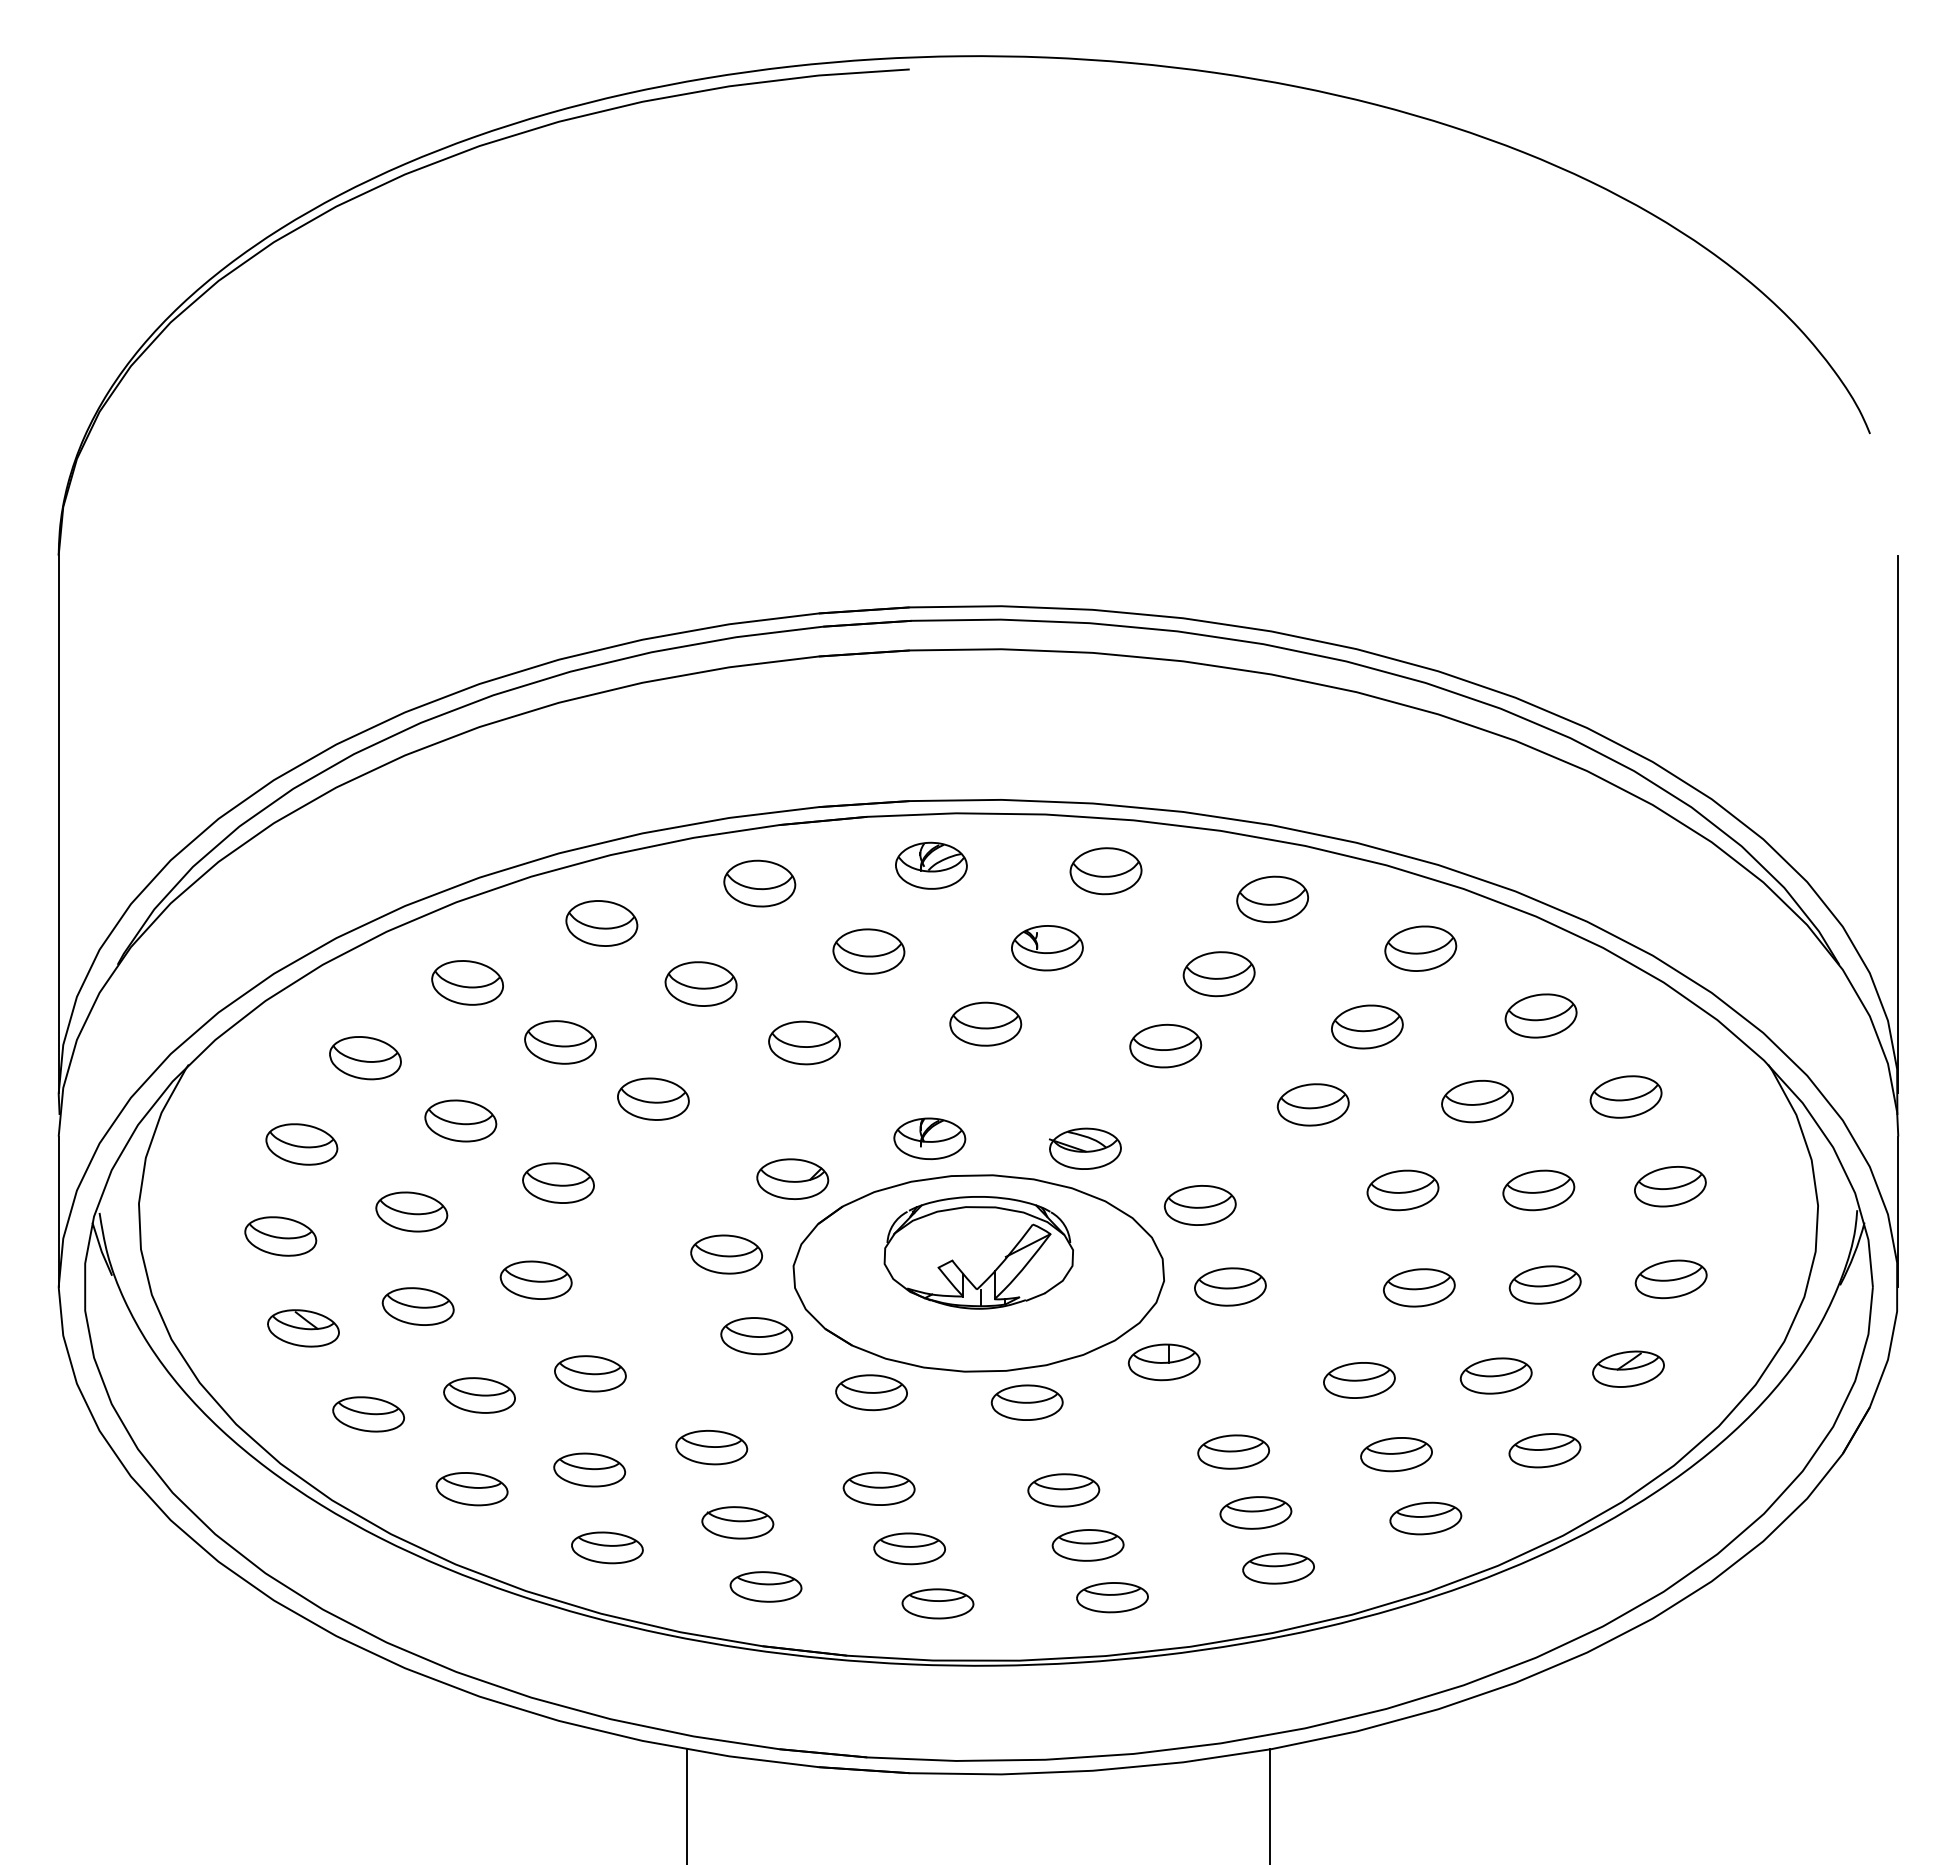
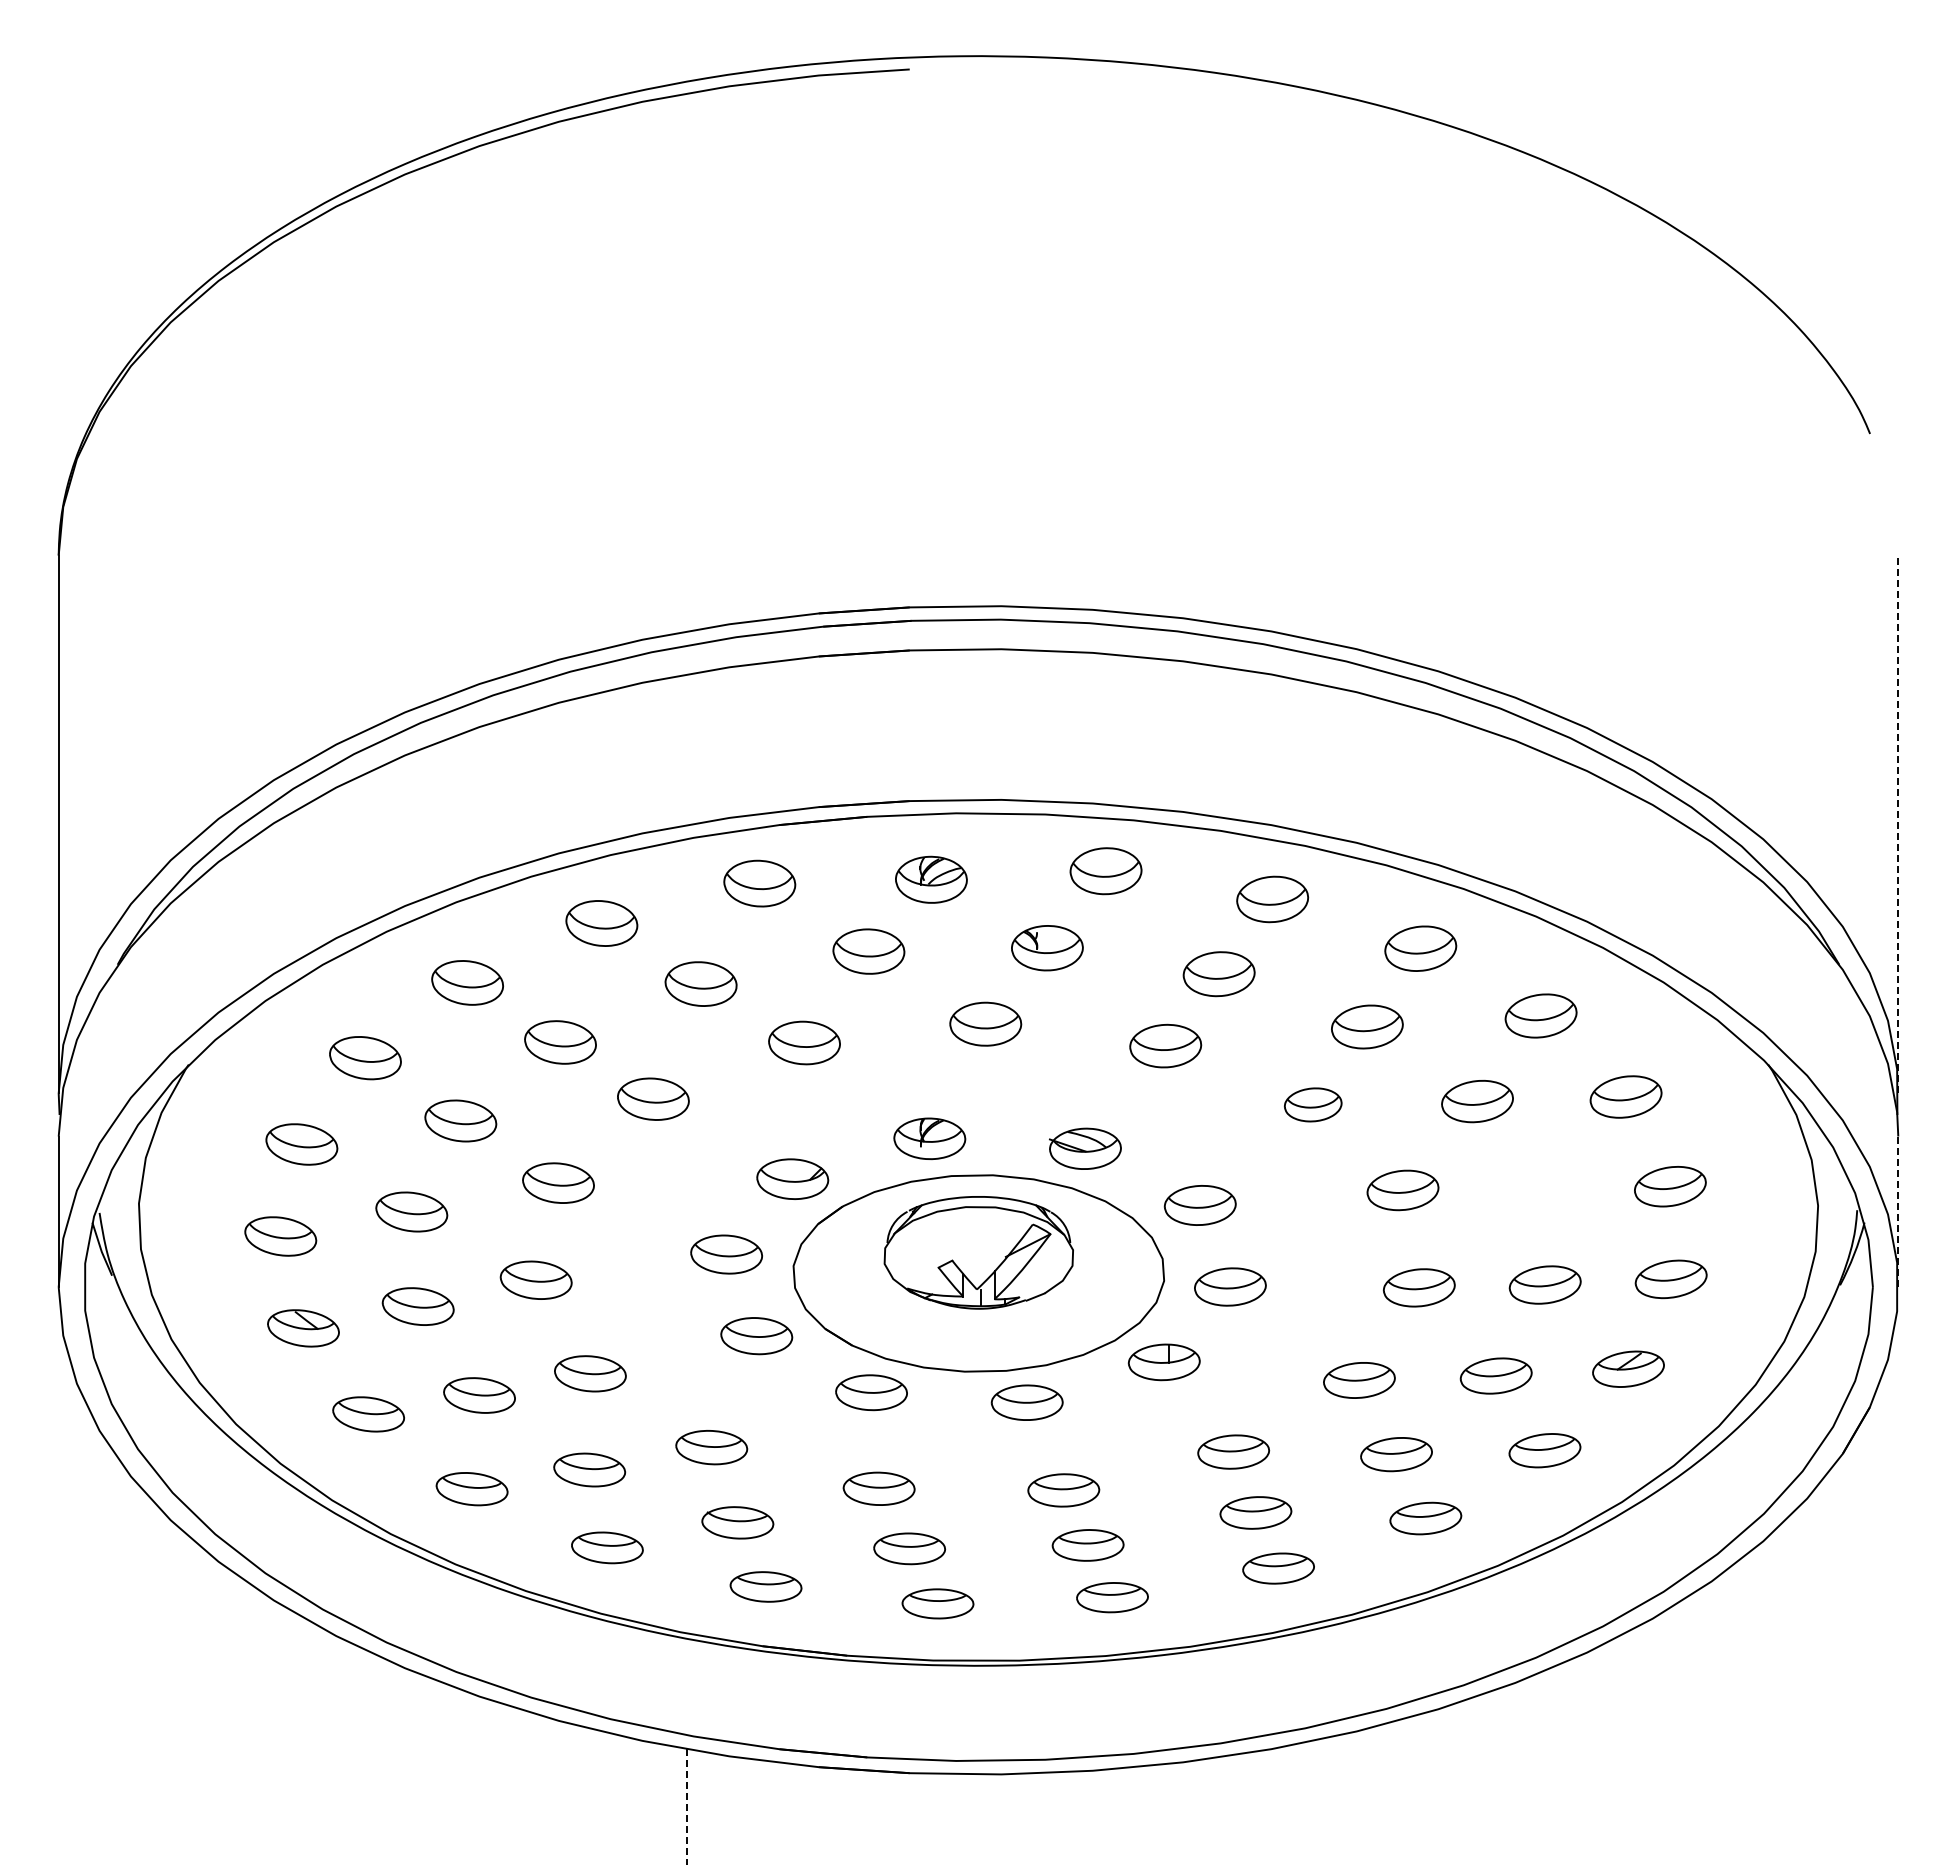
line at (1898, 824): solid -> dashed
part at (931, 865) position: (931, 865) -> (931, 879)
part at (1312, 1104) size: 74x44 px -> 59x36 px
part at (1538, 1190): present -> none
line at (1898, 1211): solid -> dashed
line at (1270, 1805): present -> none
line at (686, 1807): solid -> dashed
